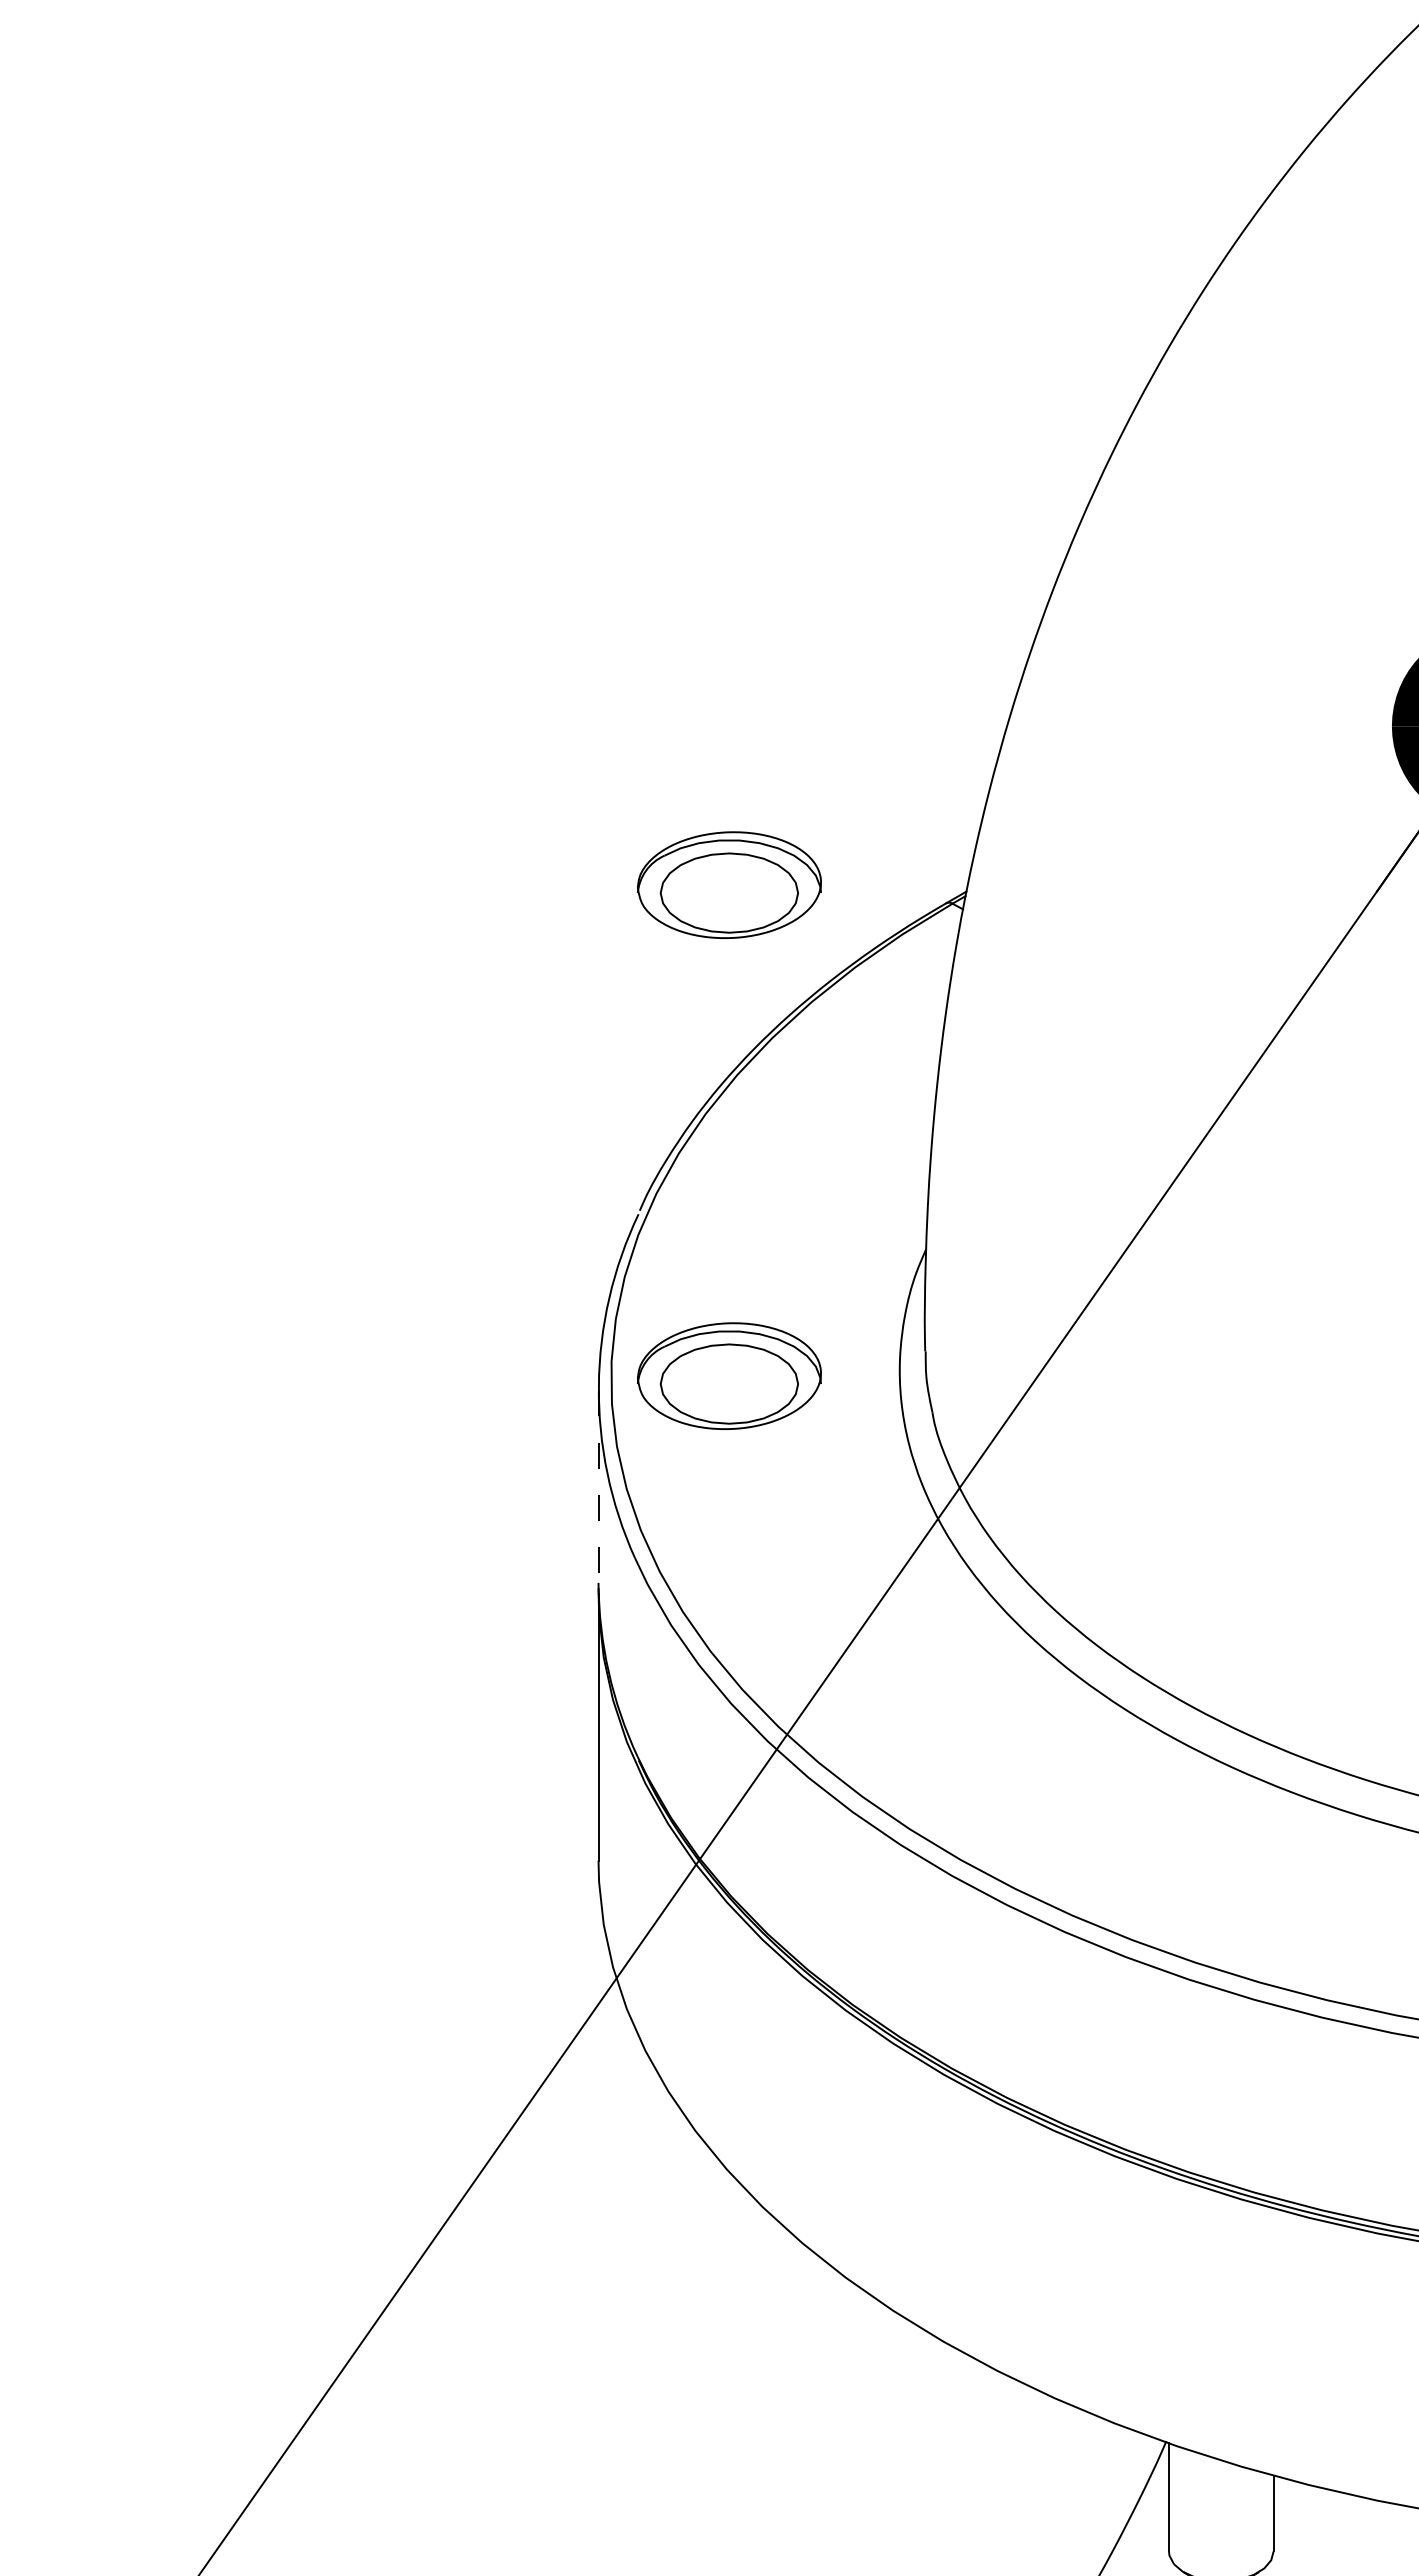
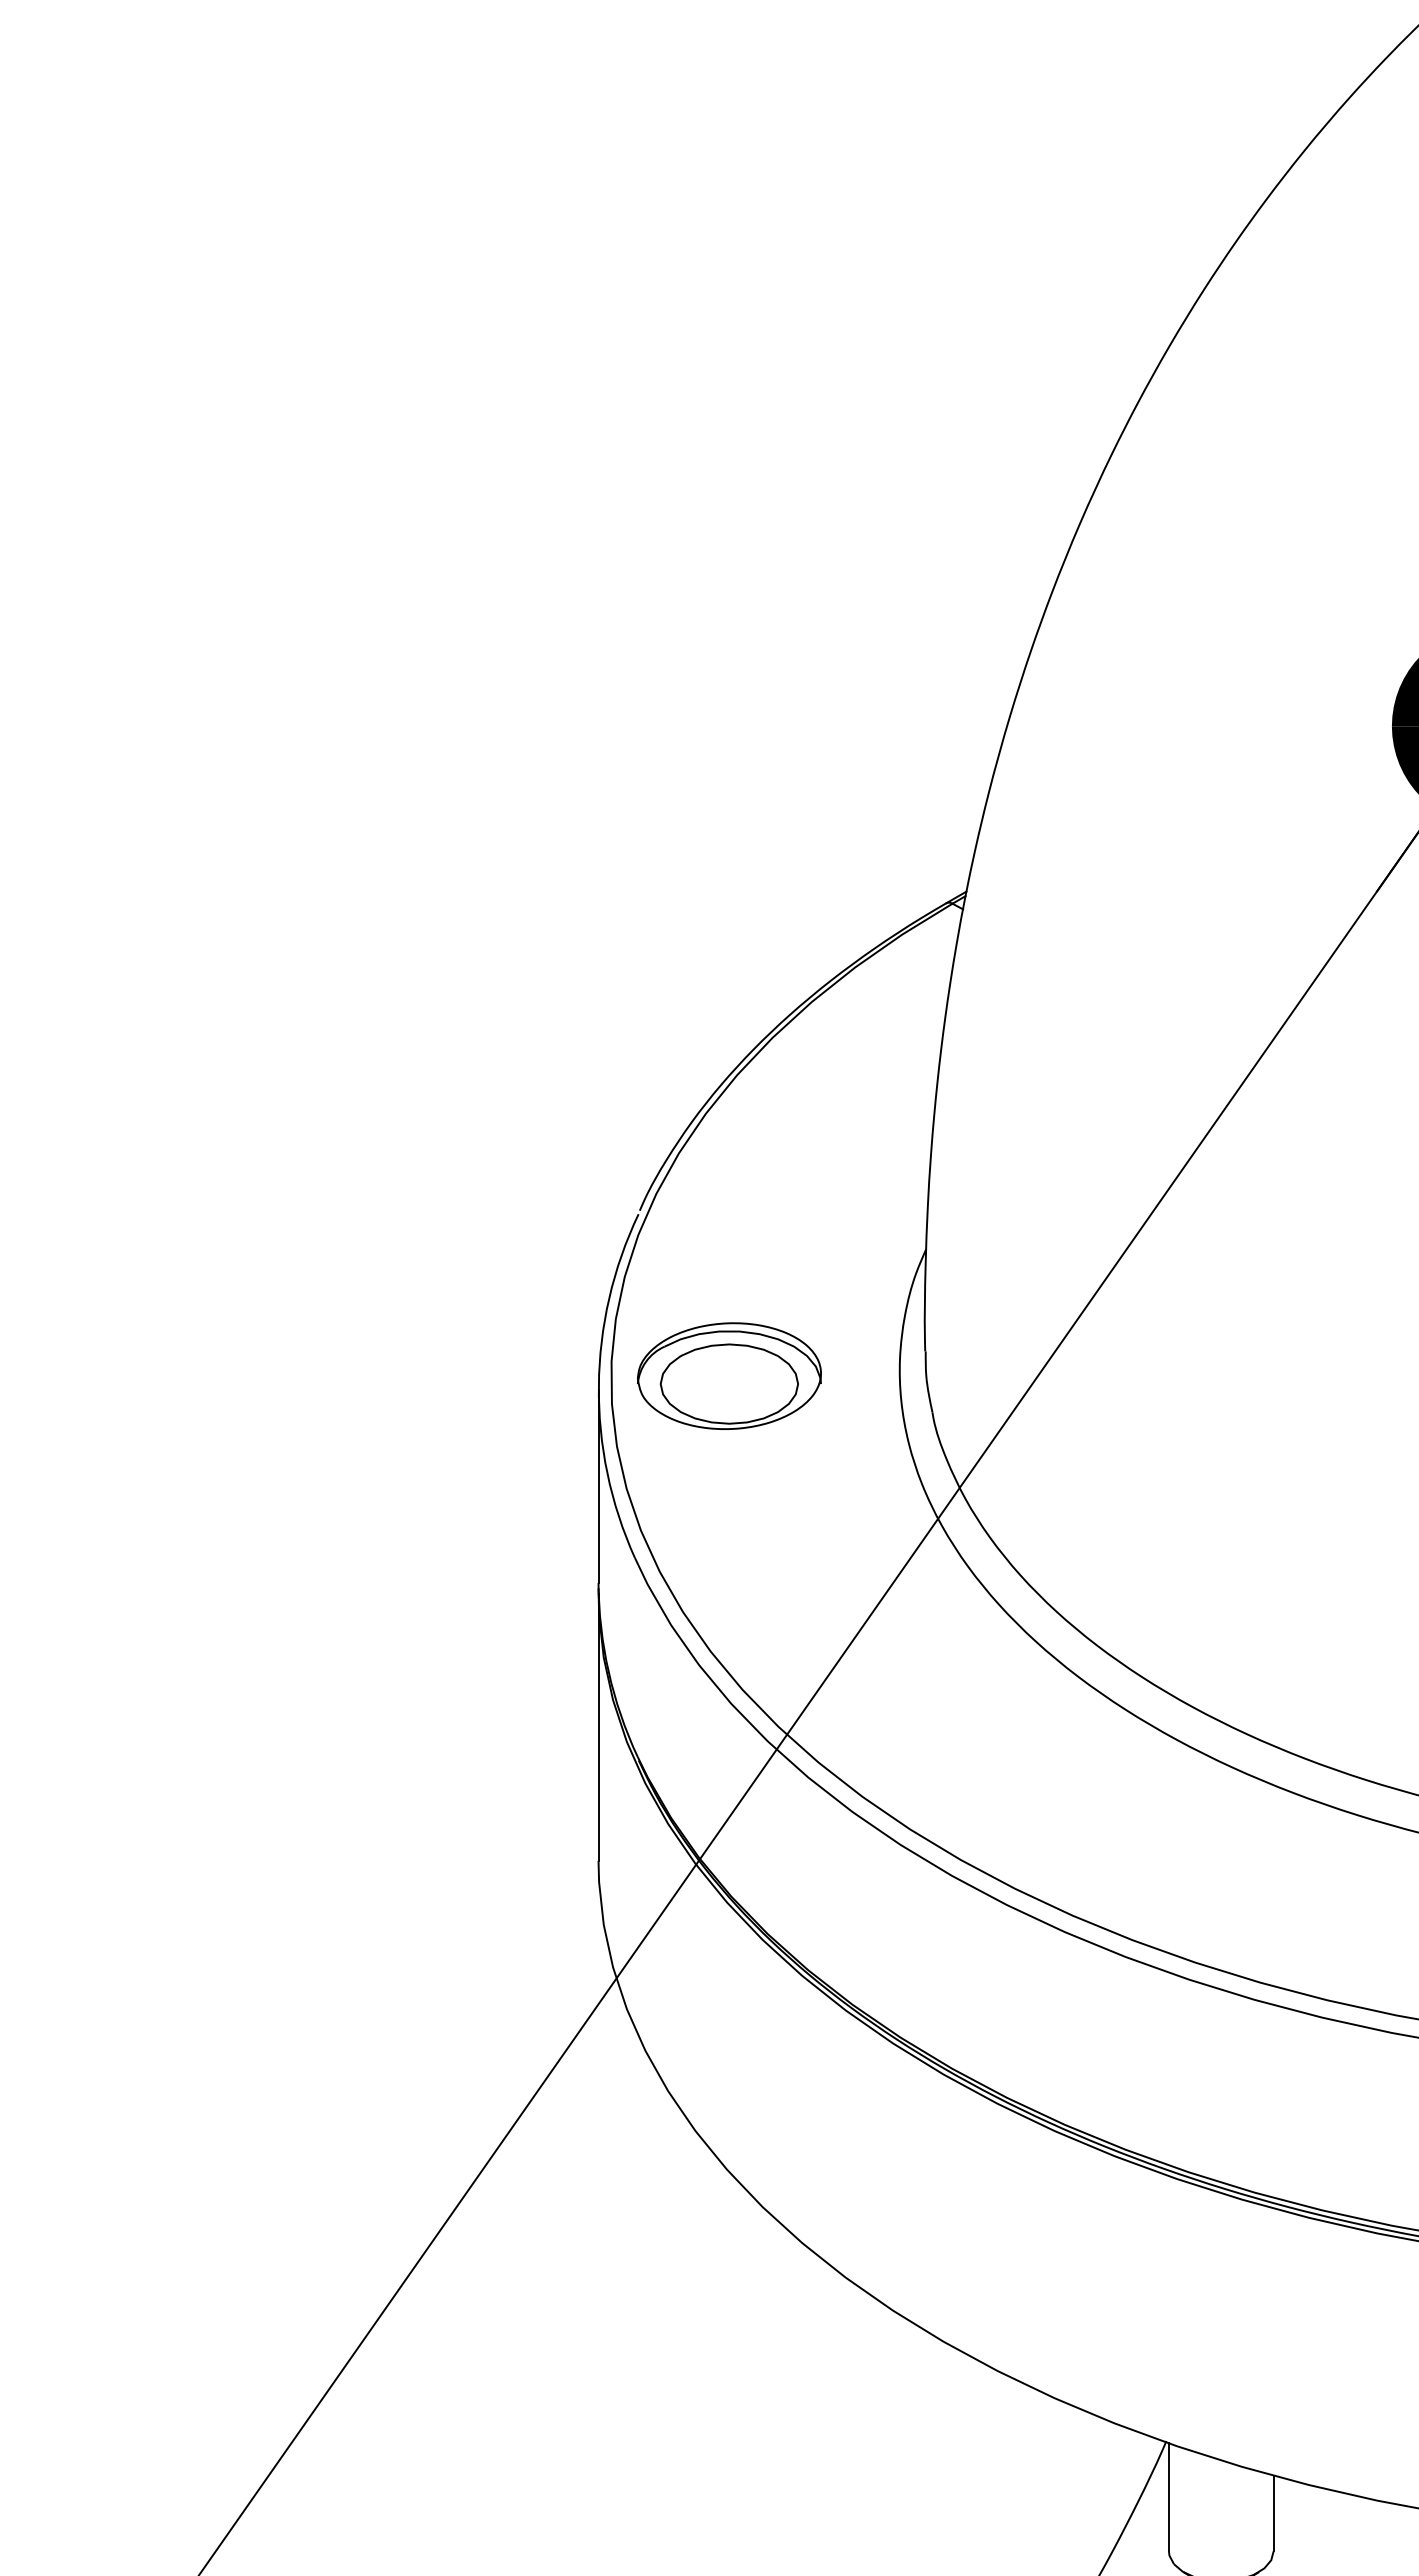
part at (729, 884): present -> none
line at (598, 1487): dashed -> solid
